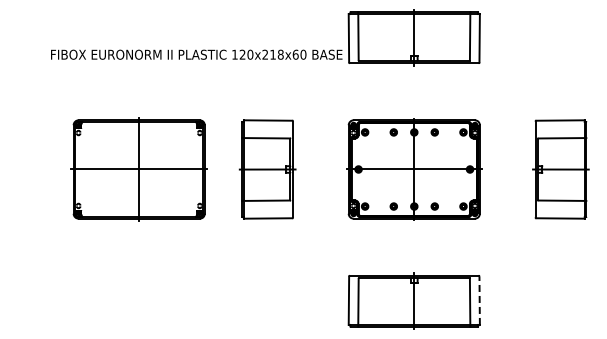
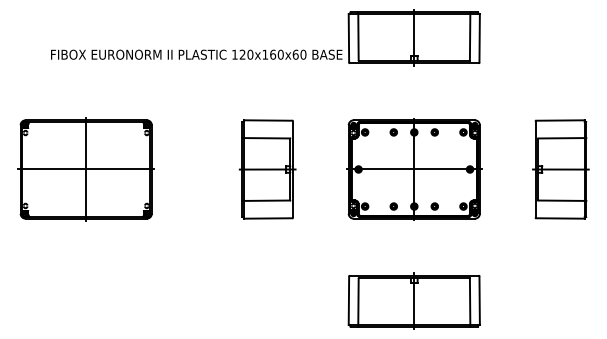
text at (272, 54): 120x218x60 -> 120x160x60
part at (138, 169) position: (138, 169) -> (85, 169)
line at (479, 300): dashed -> solid
